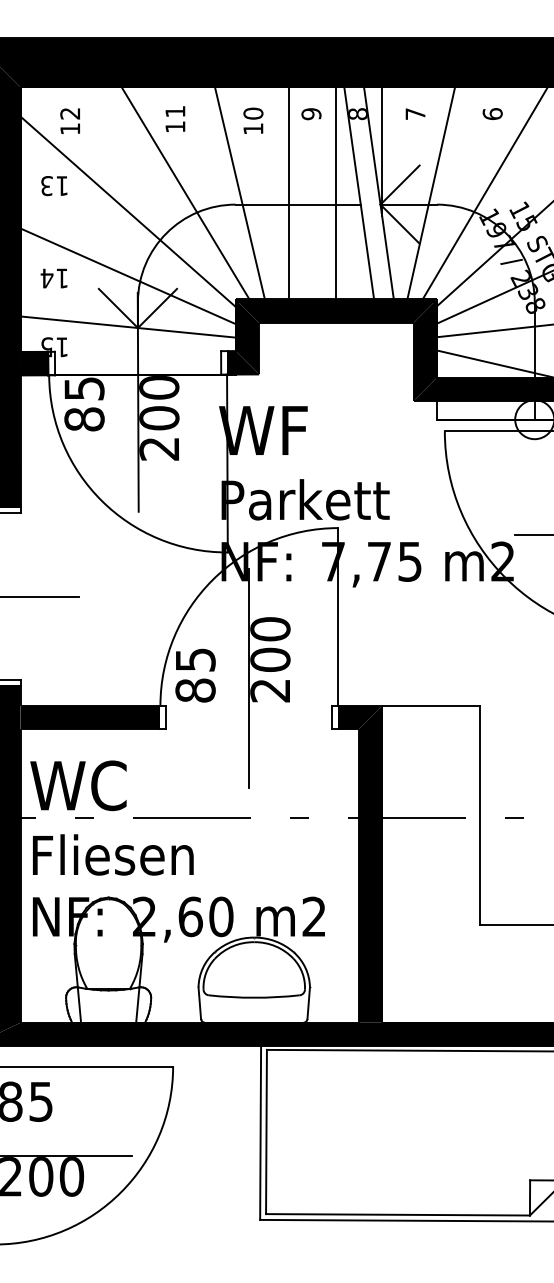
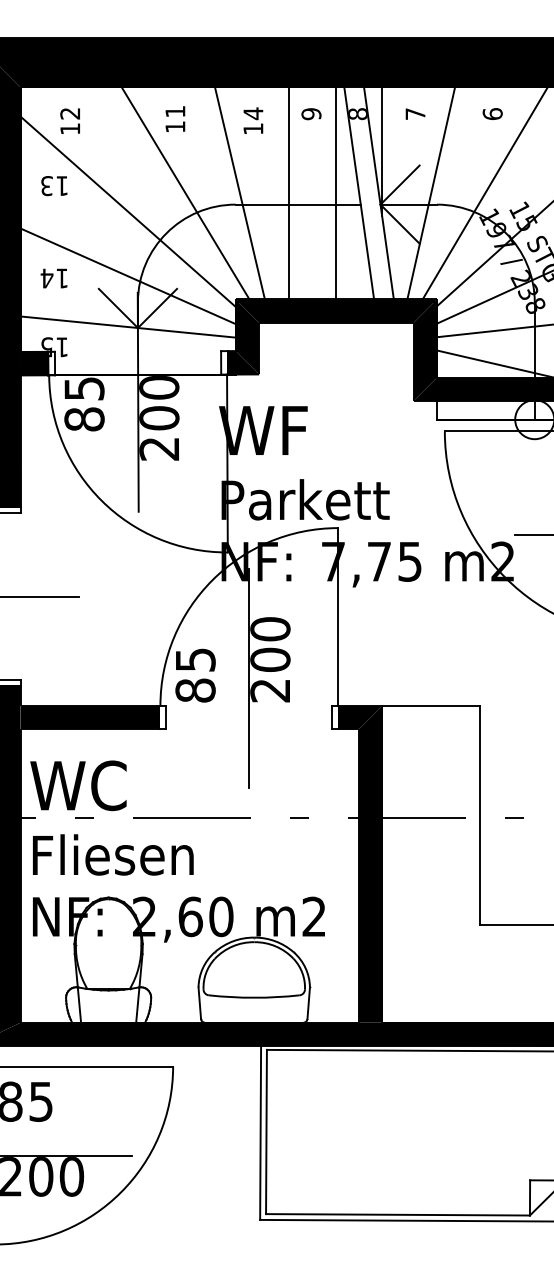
text at (253, 113): 10 -> 14
